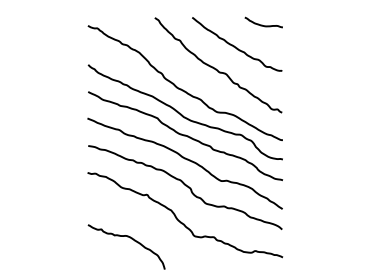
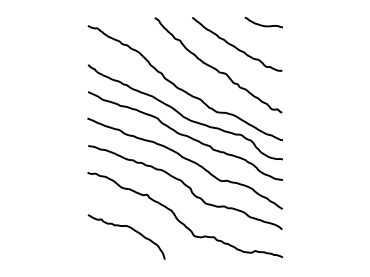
curve at (131, 239) position: (131, 239) -> (131, 229)
